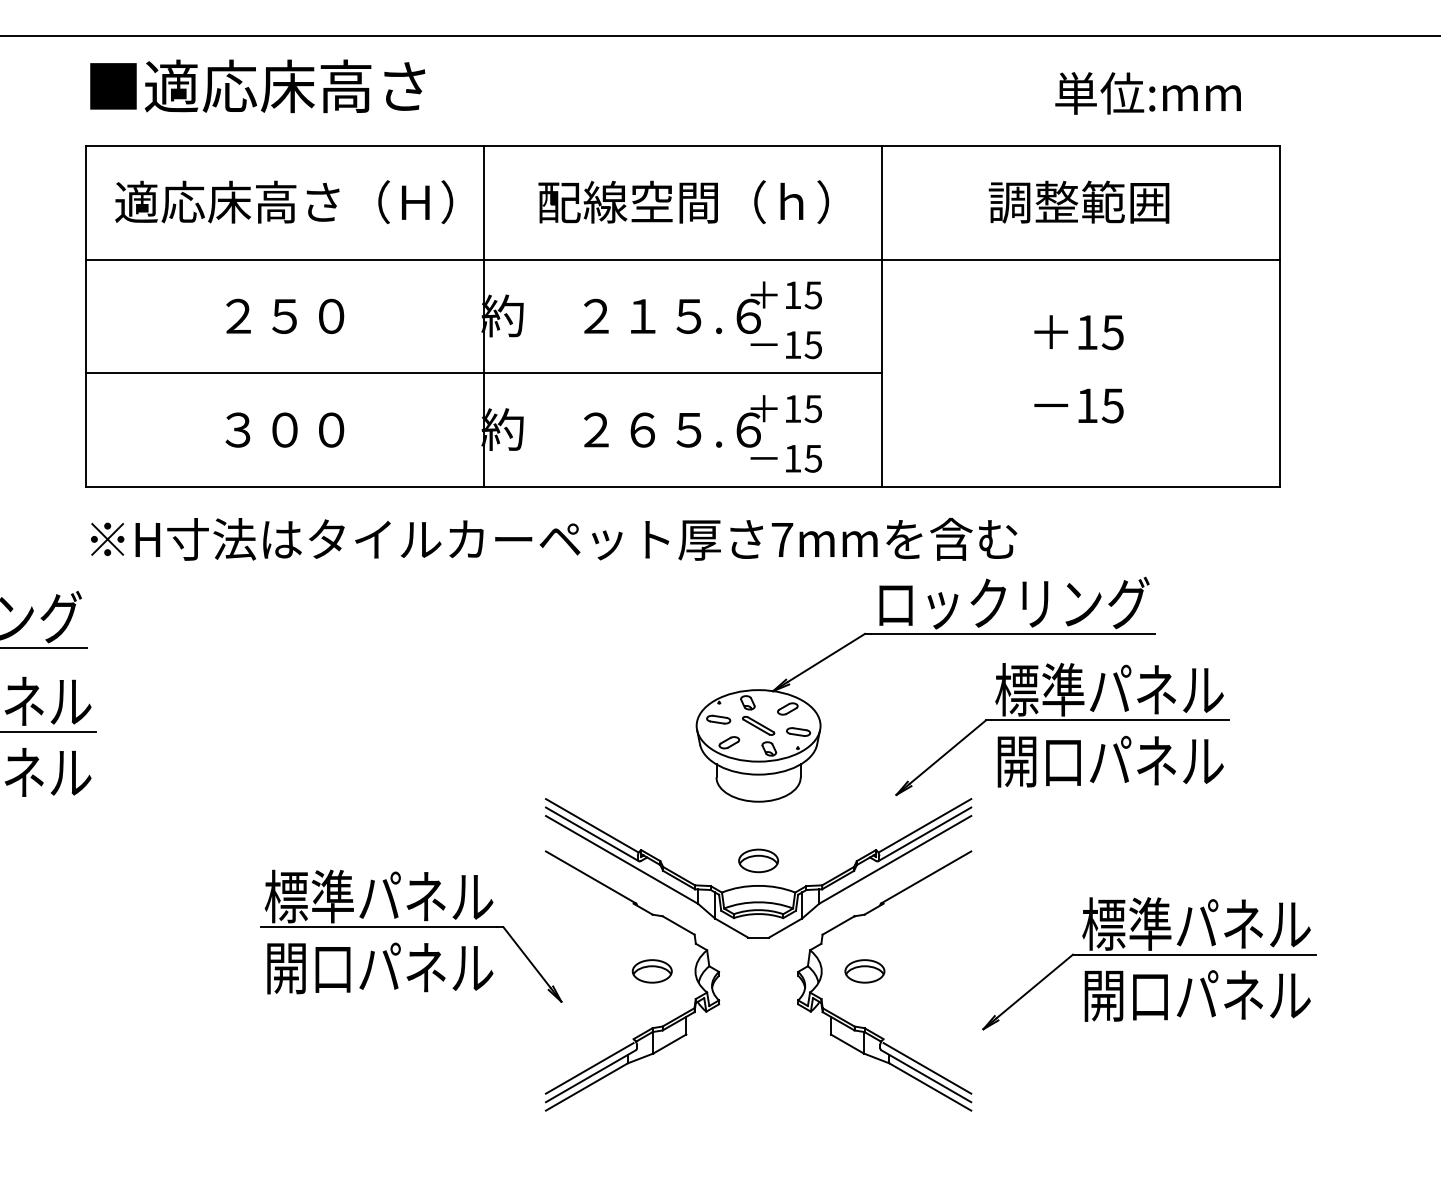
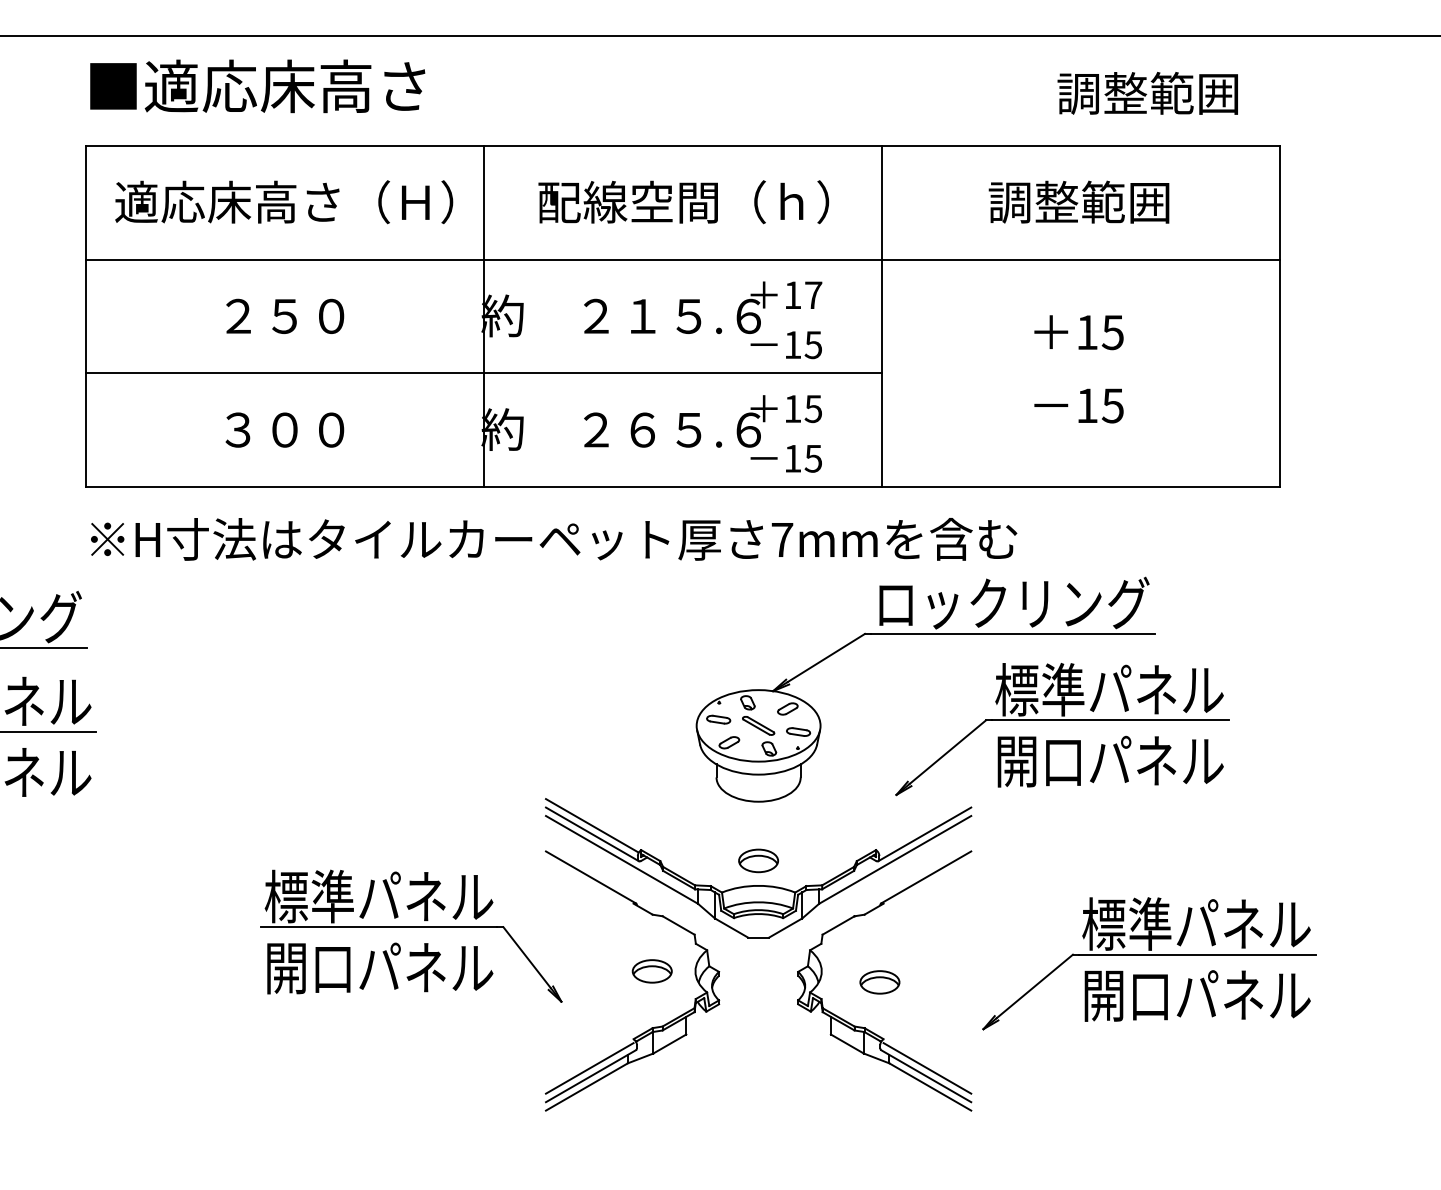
text at (1147, 92): 単位:mm -> 調整範囲
text at (813, 295): 15 -> 17
line at (925, 825): present -> none
part at (864, 971) position: (864, 971) -> (879, 982)
